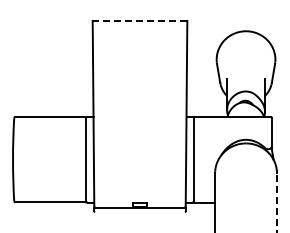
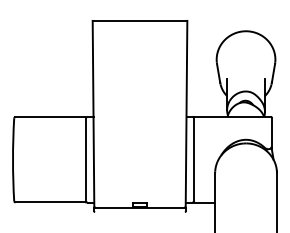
line at (139, 20): dashed -> solid
line at (276, 202): dashed -> solid
